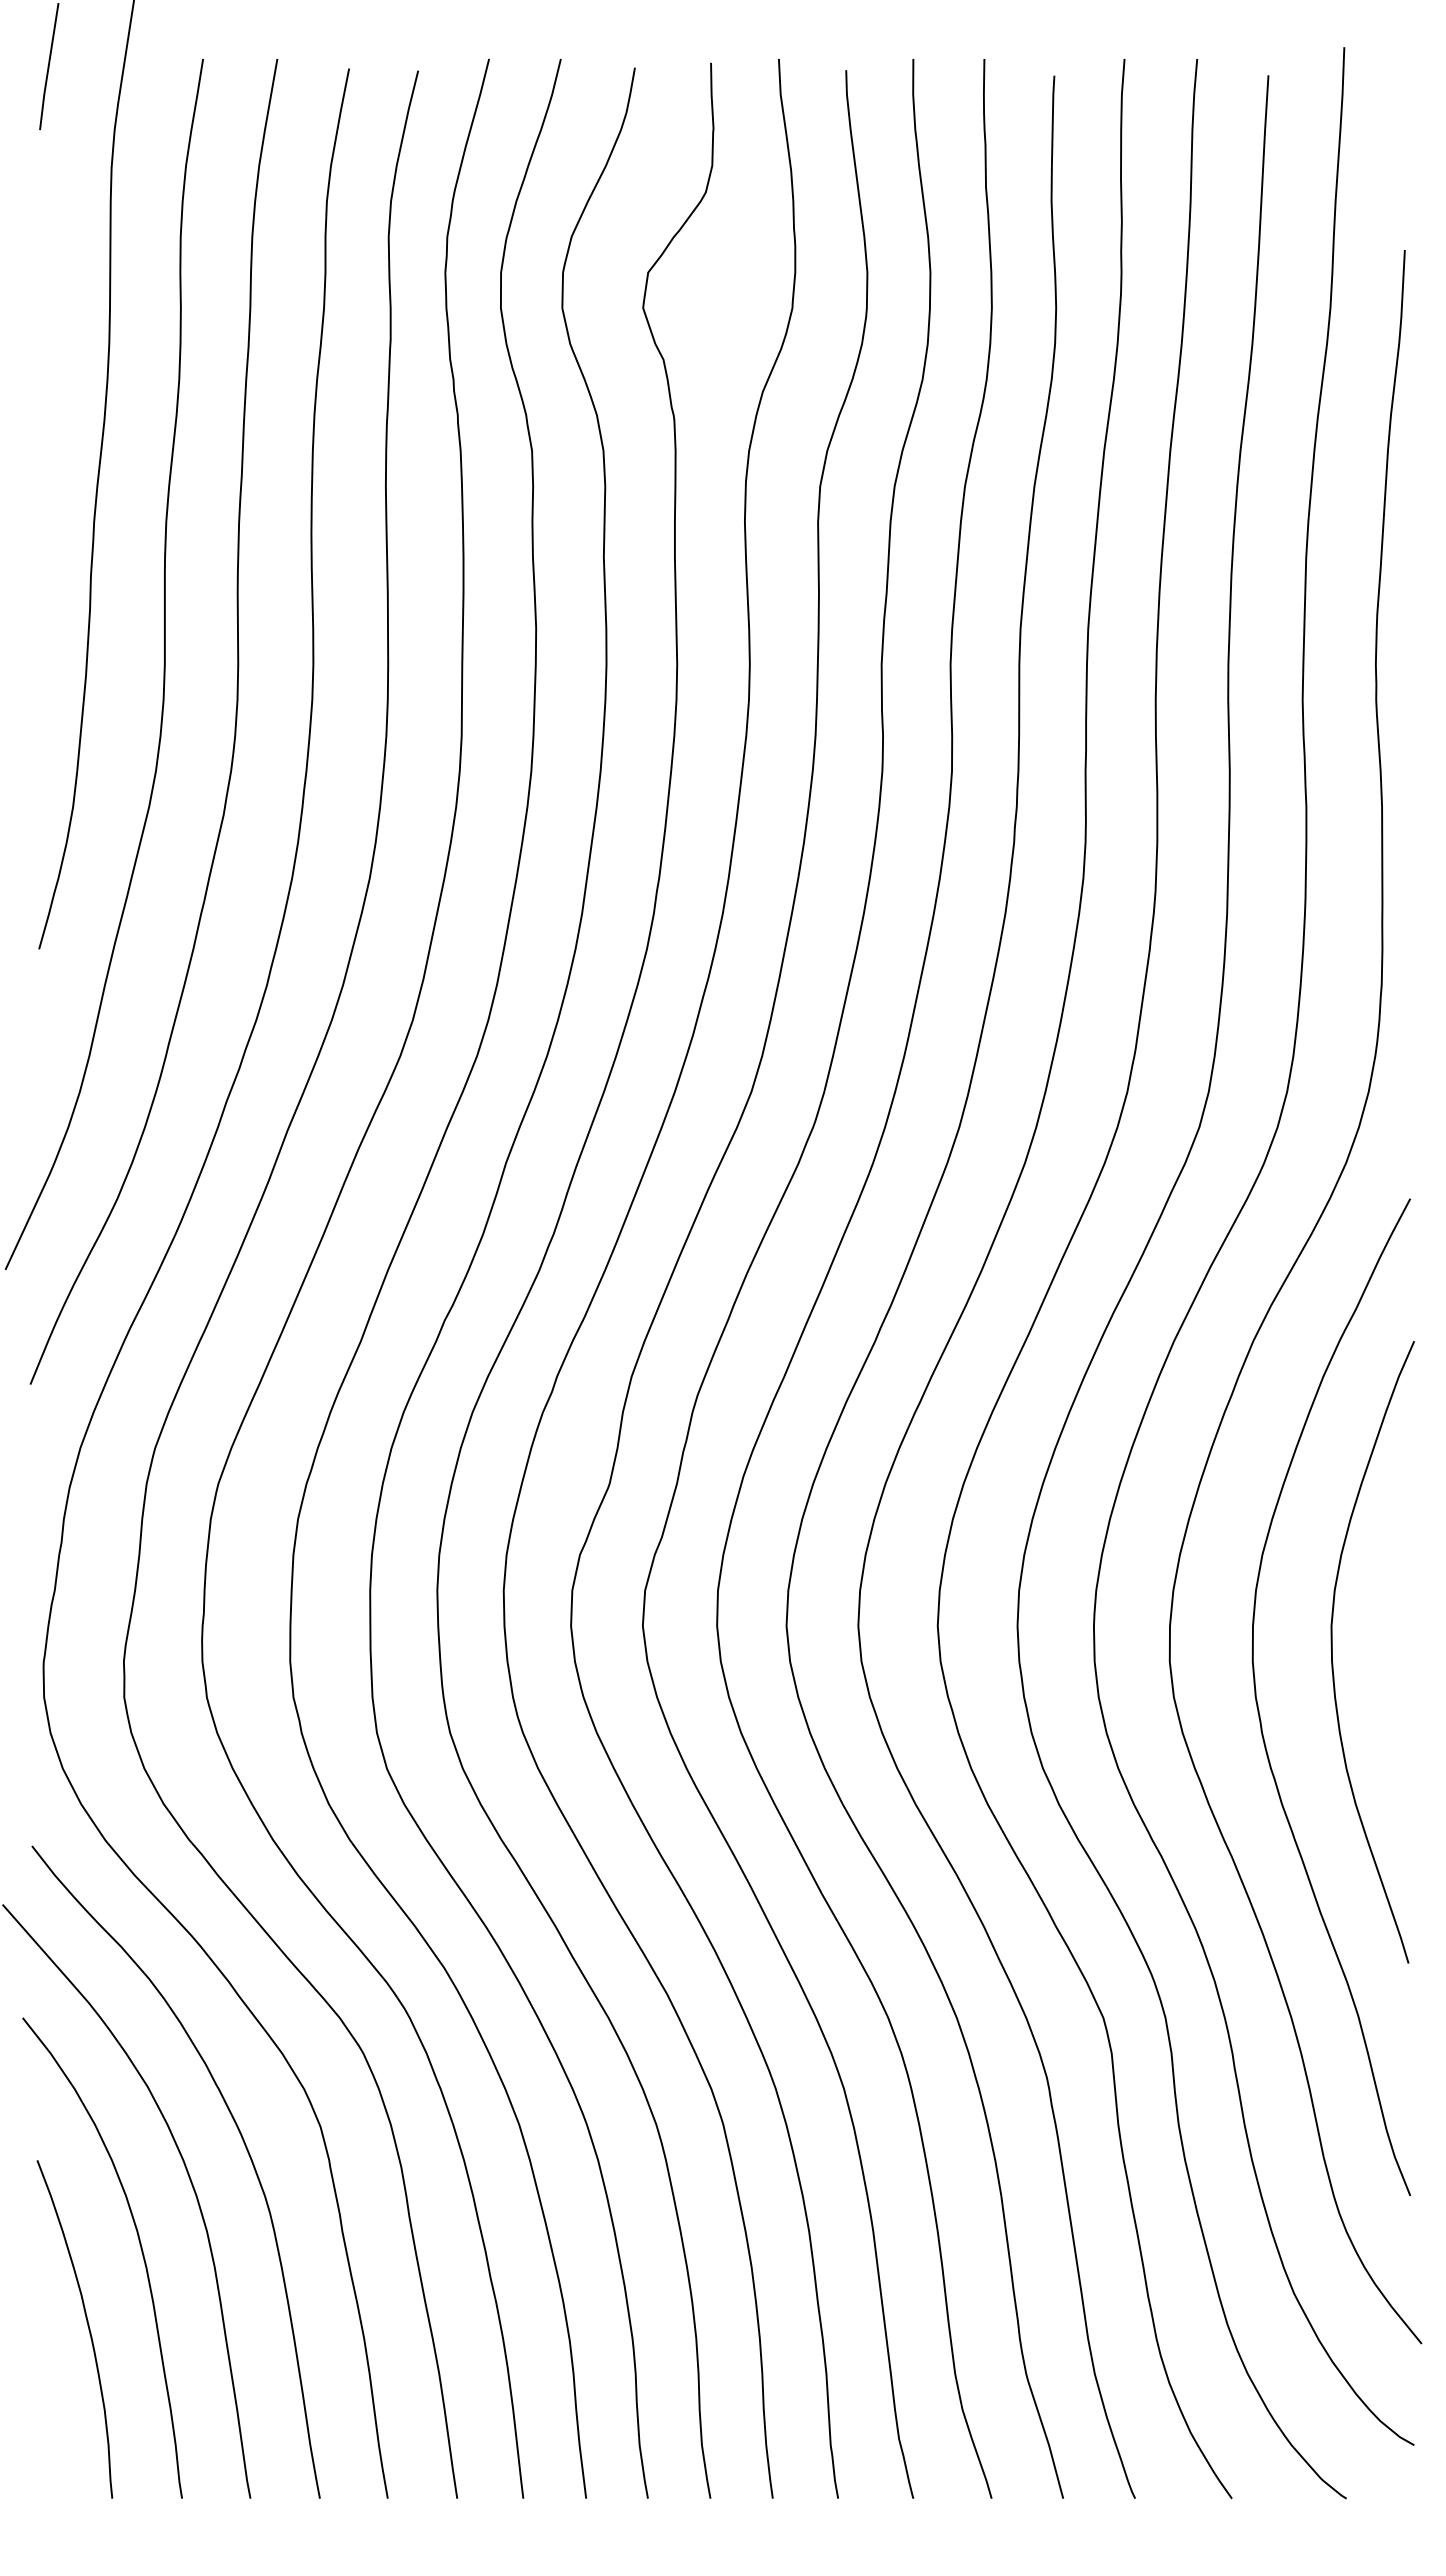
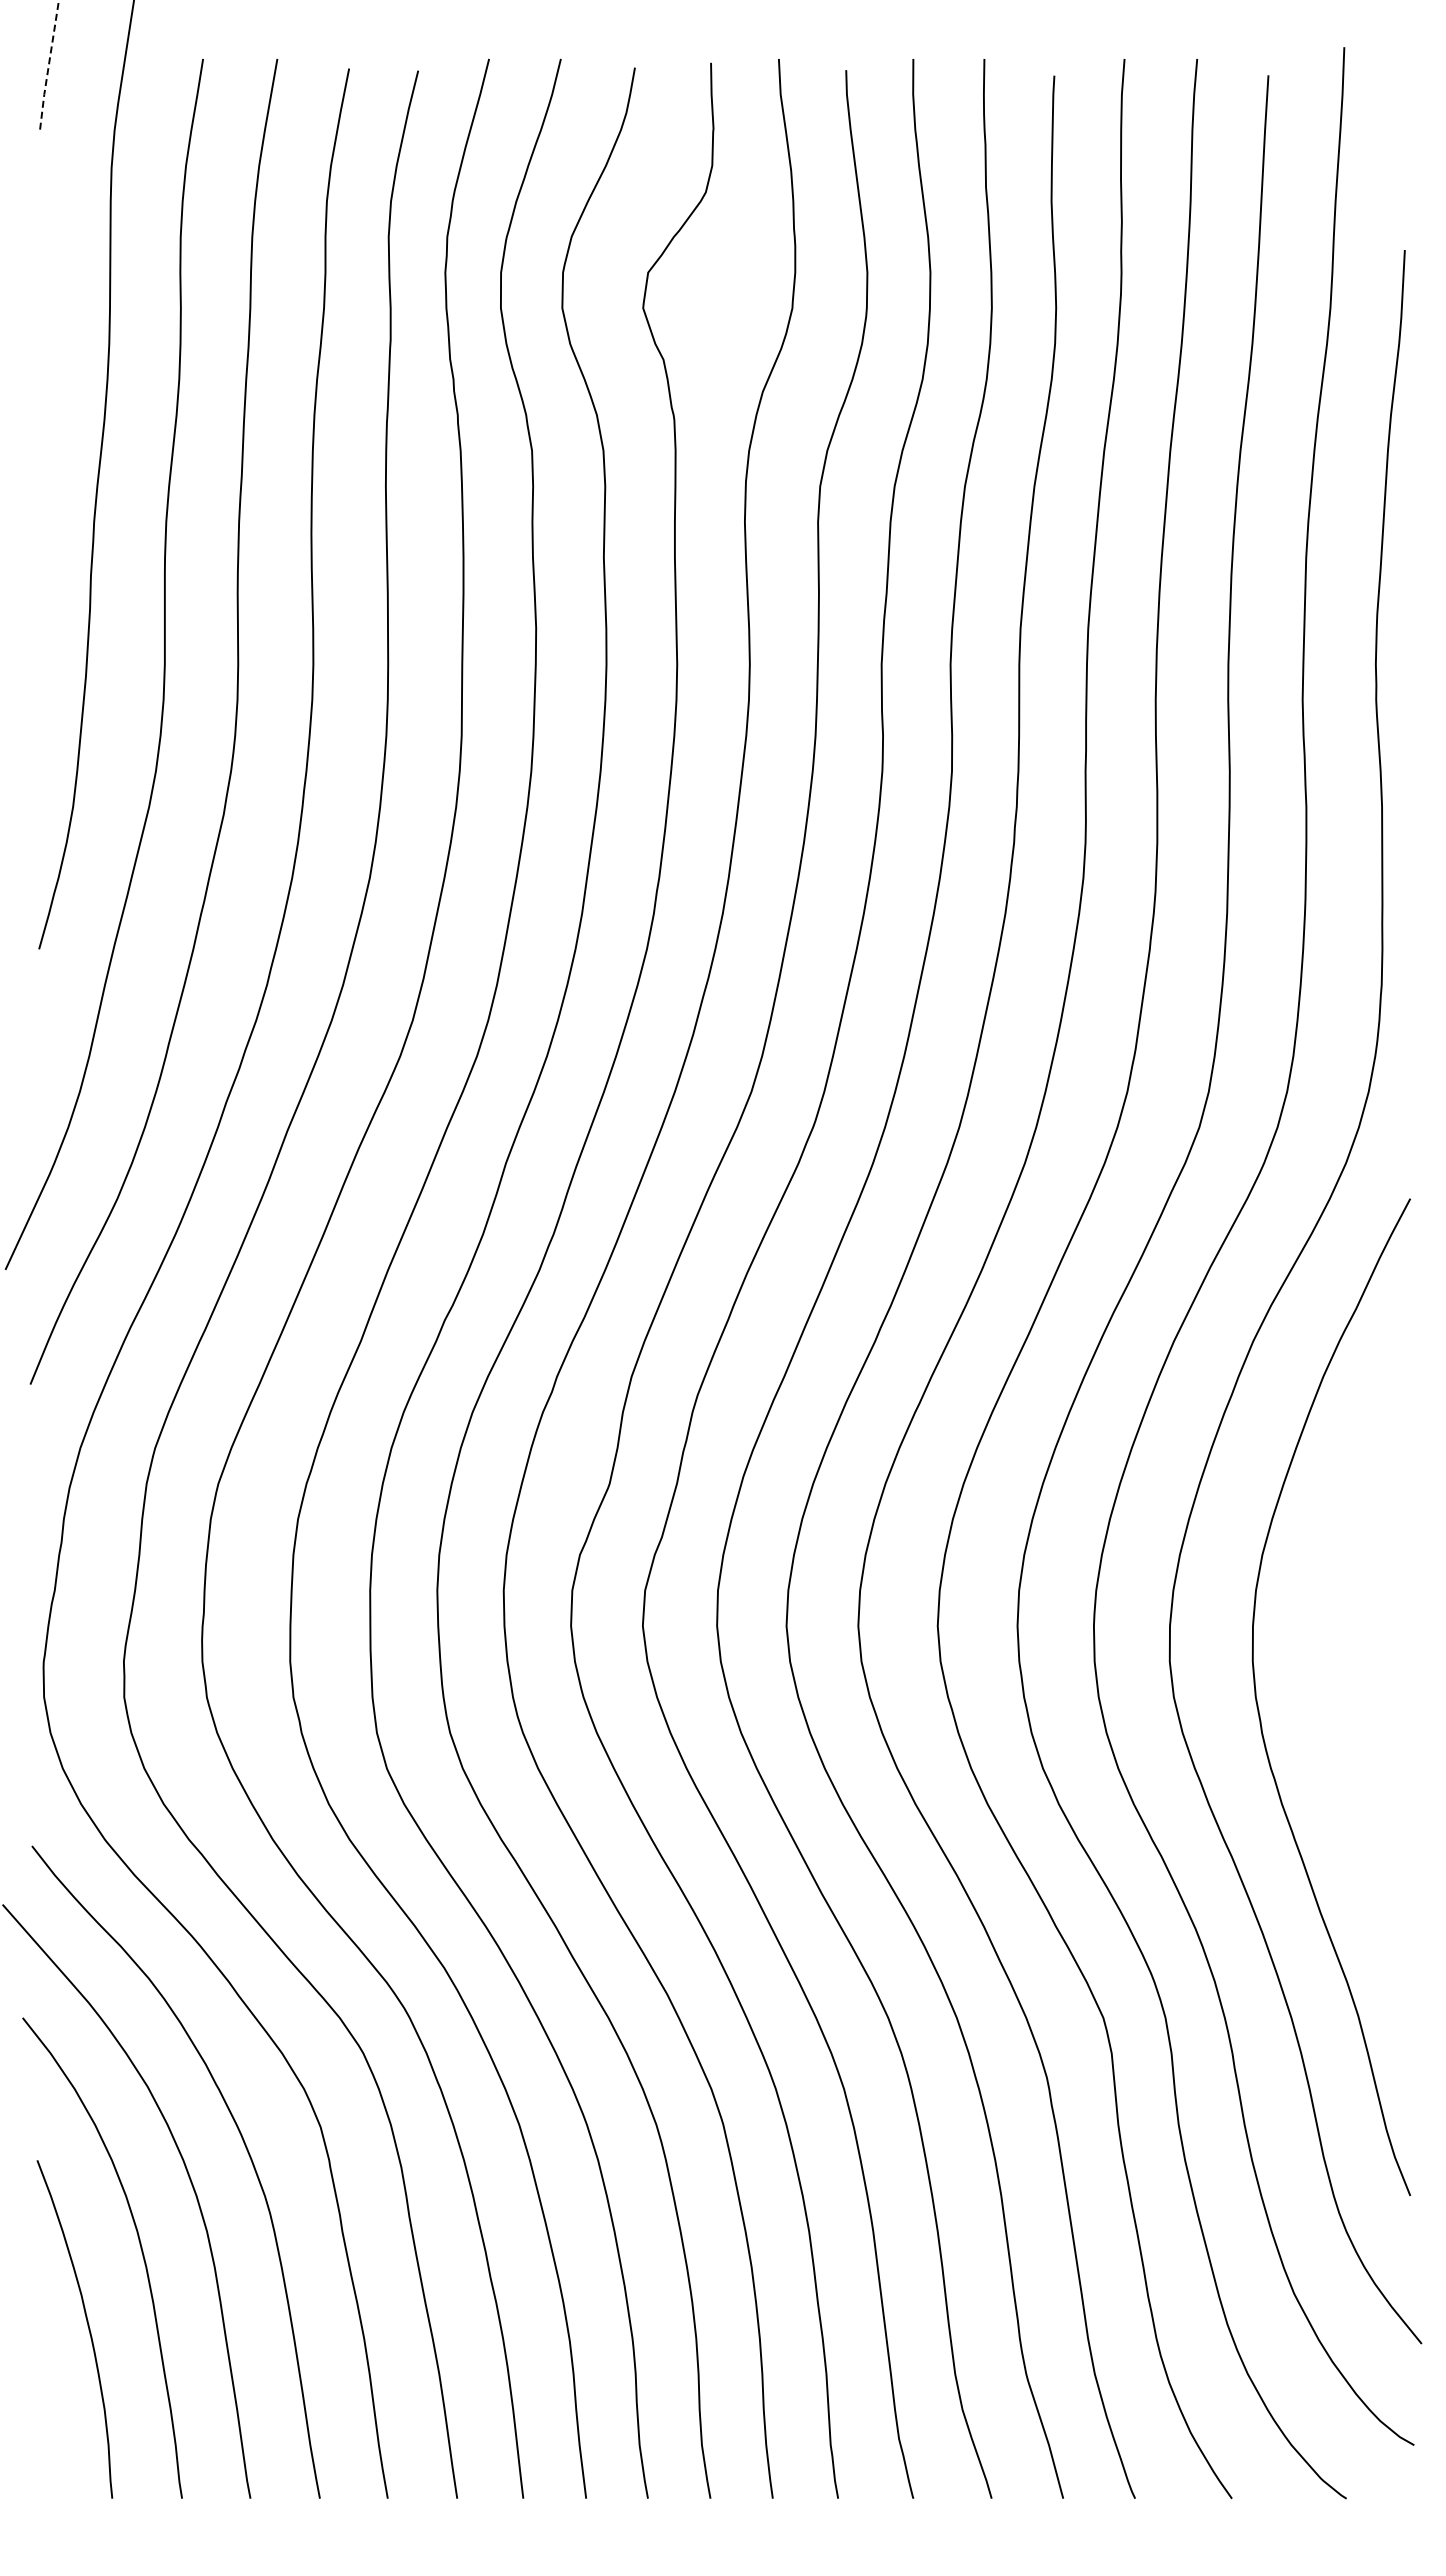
line at (48, 66): solid -> dashed
curve at (1332, 1652): present -> none
